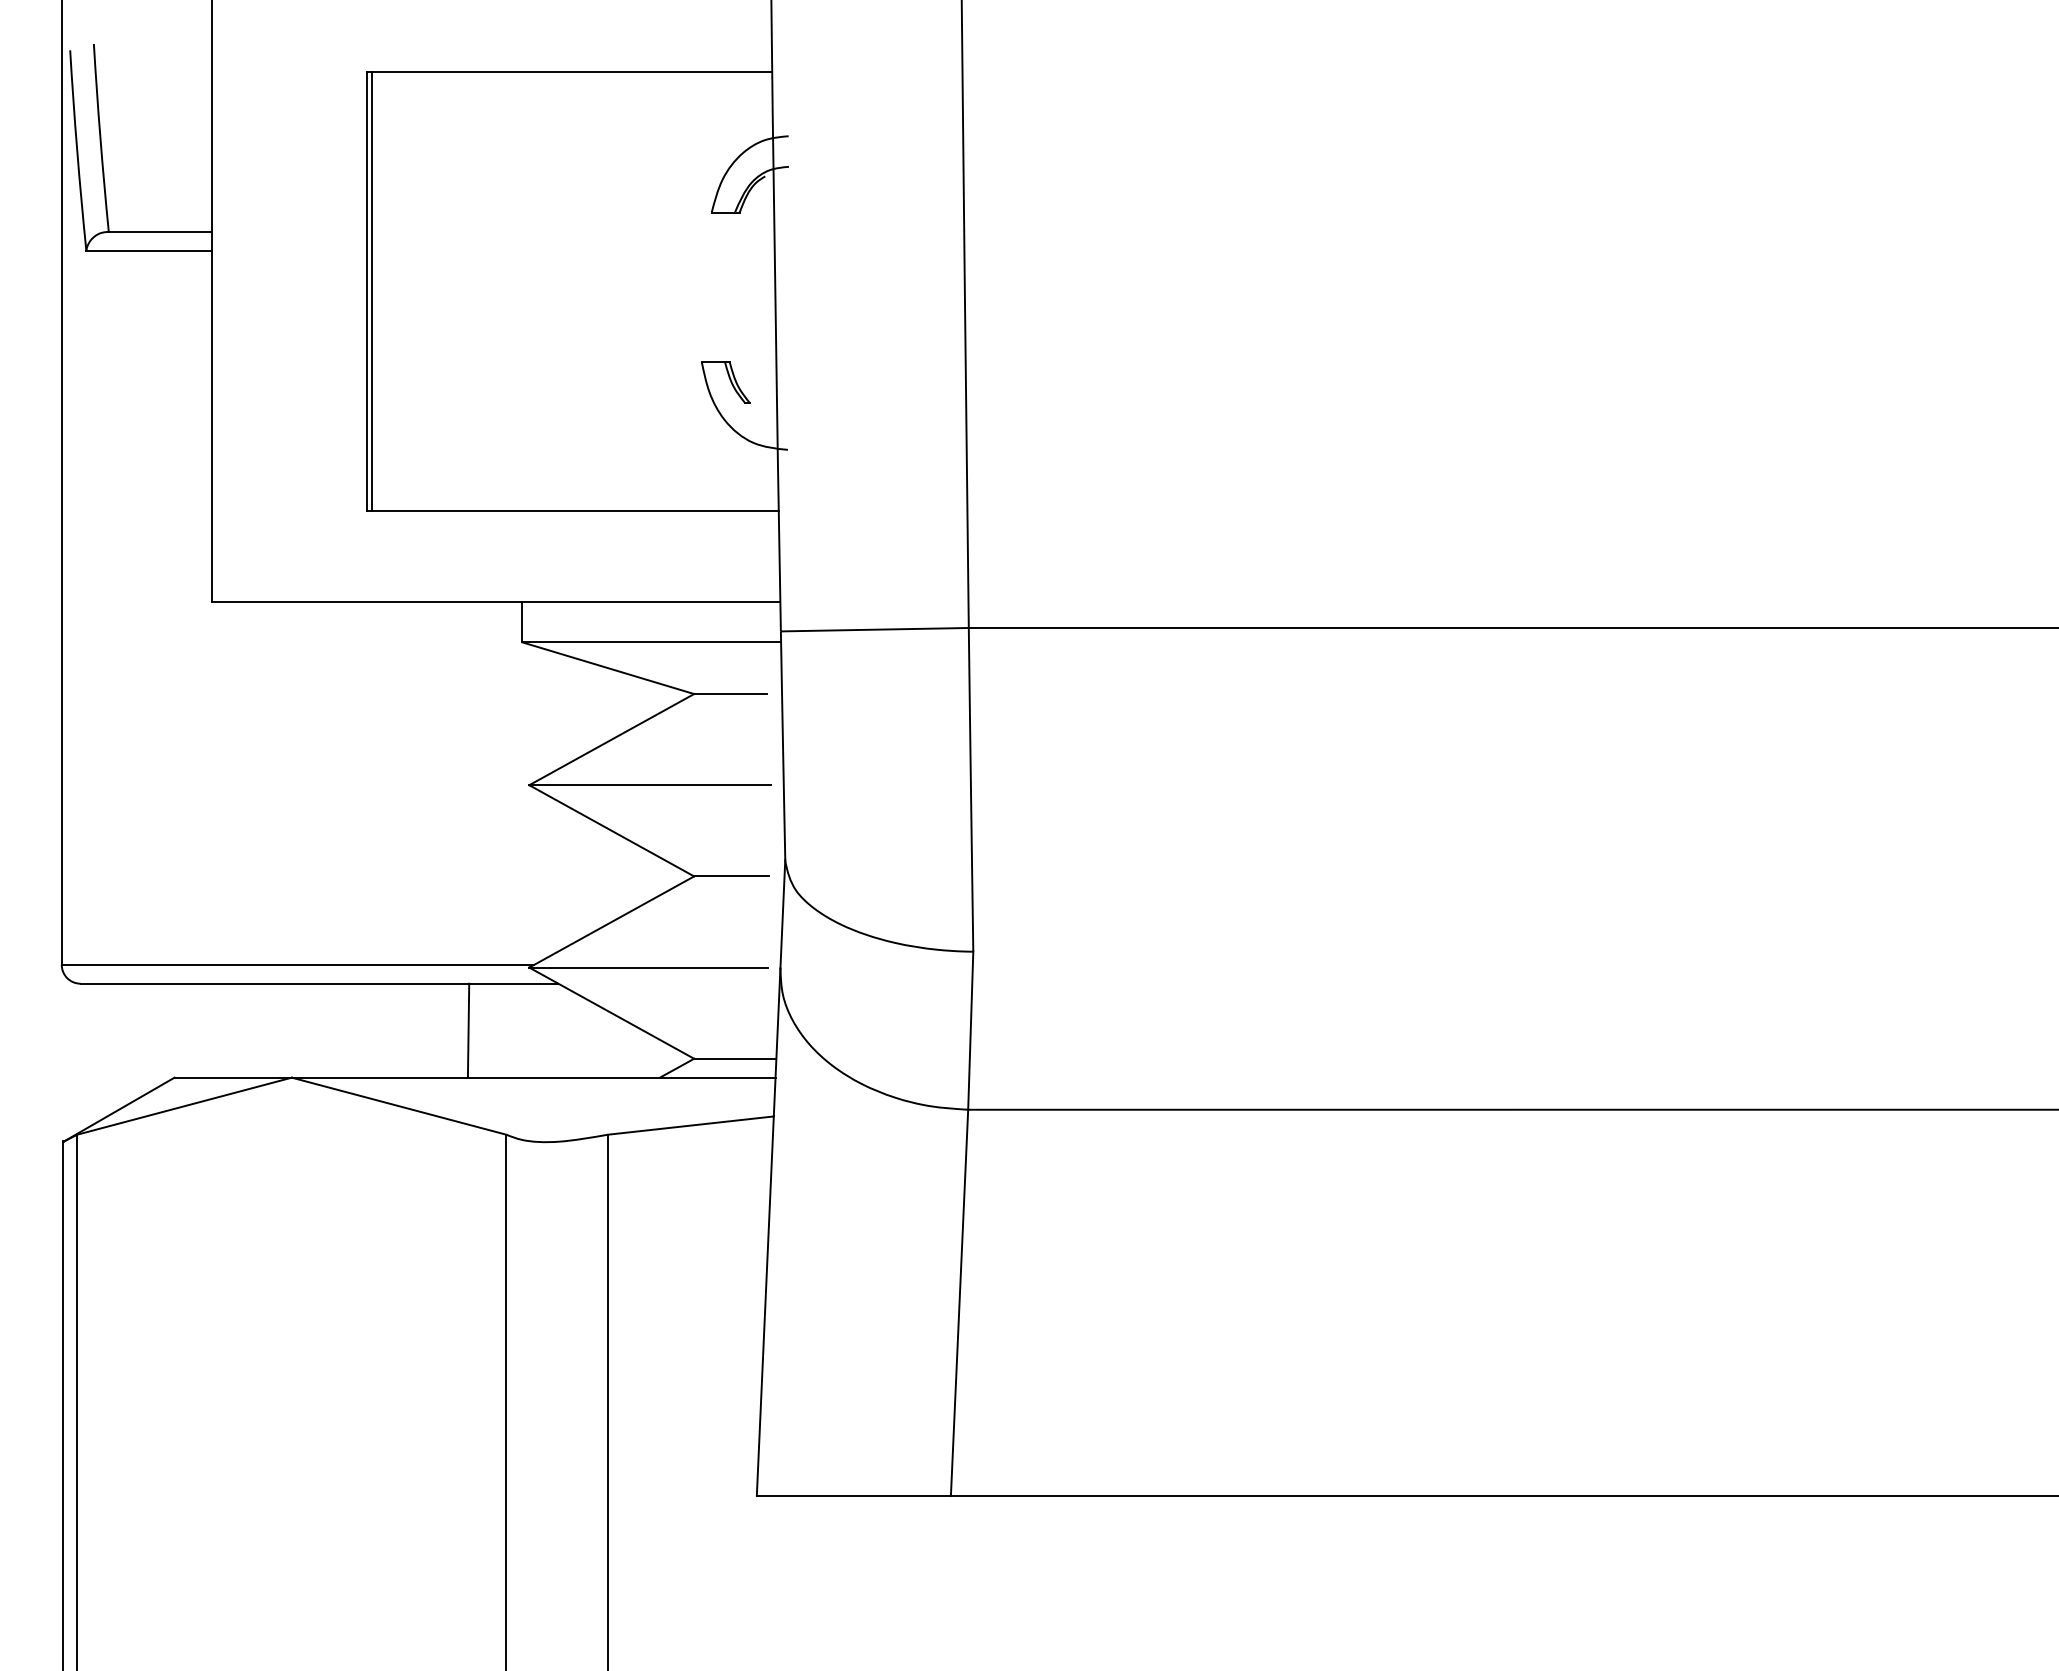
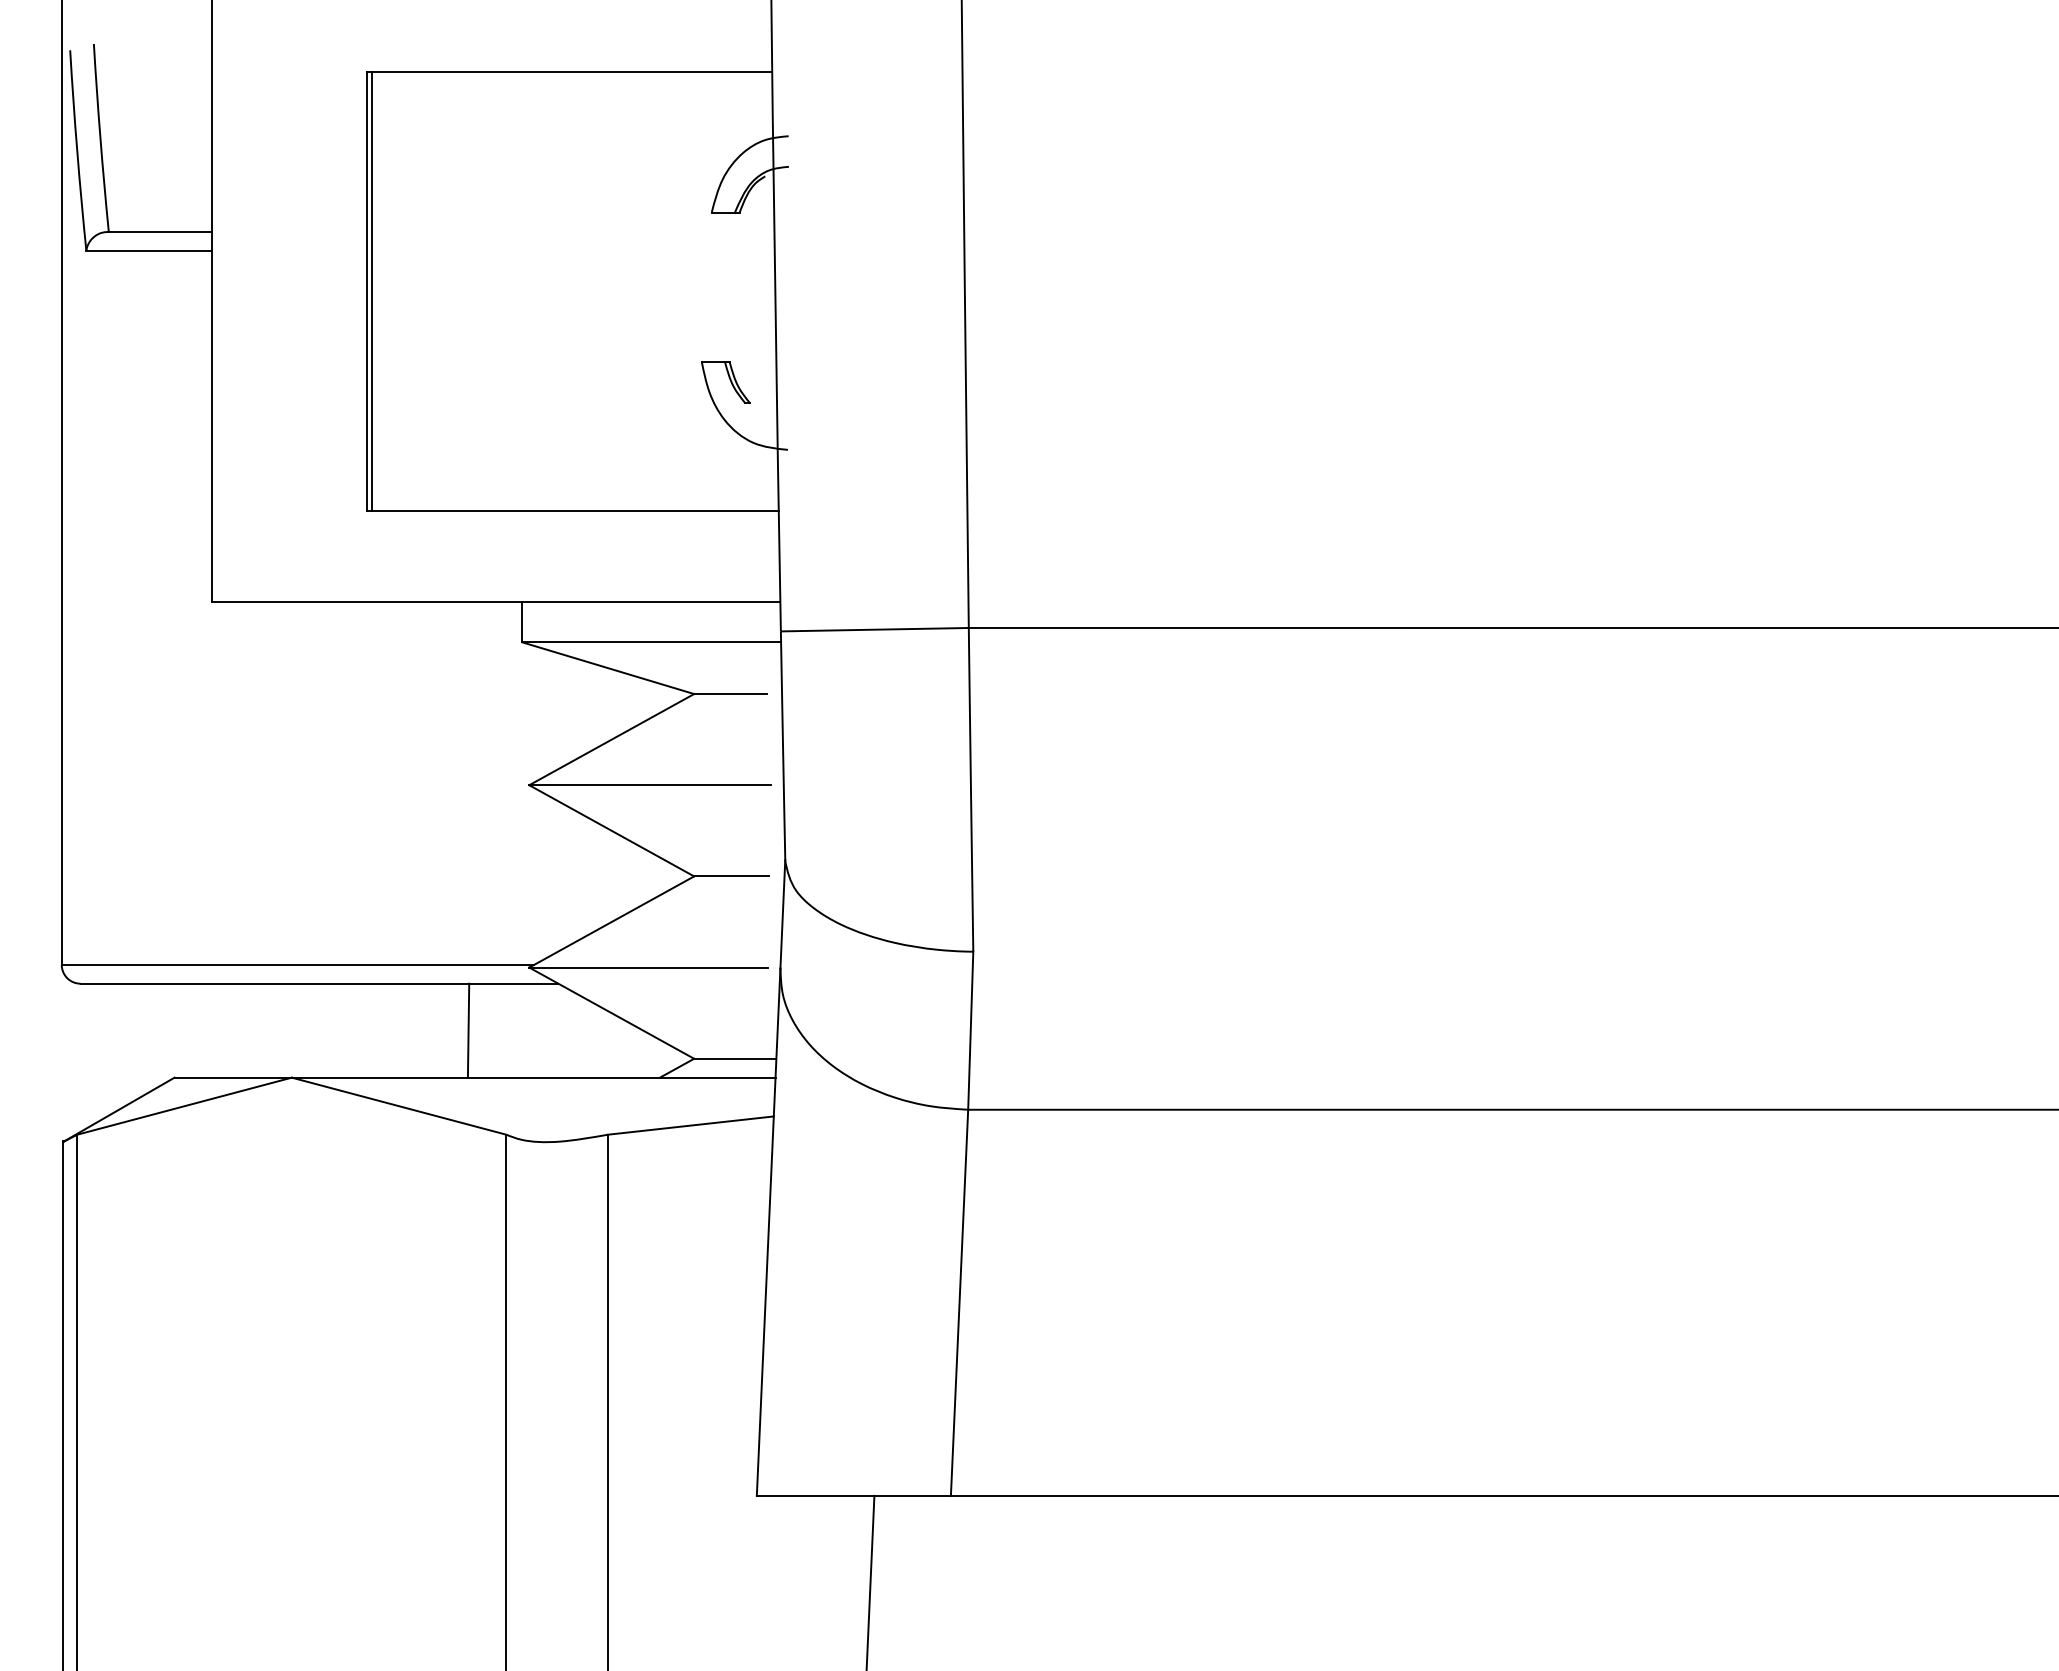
line at (870, 1581): none -> present
